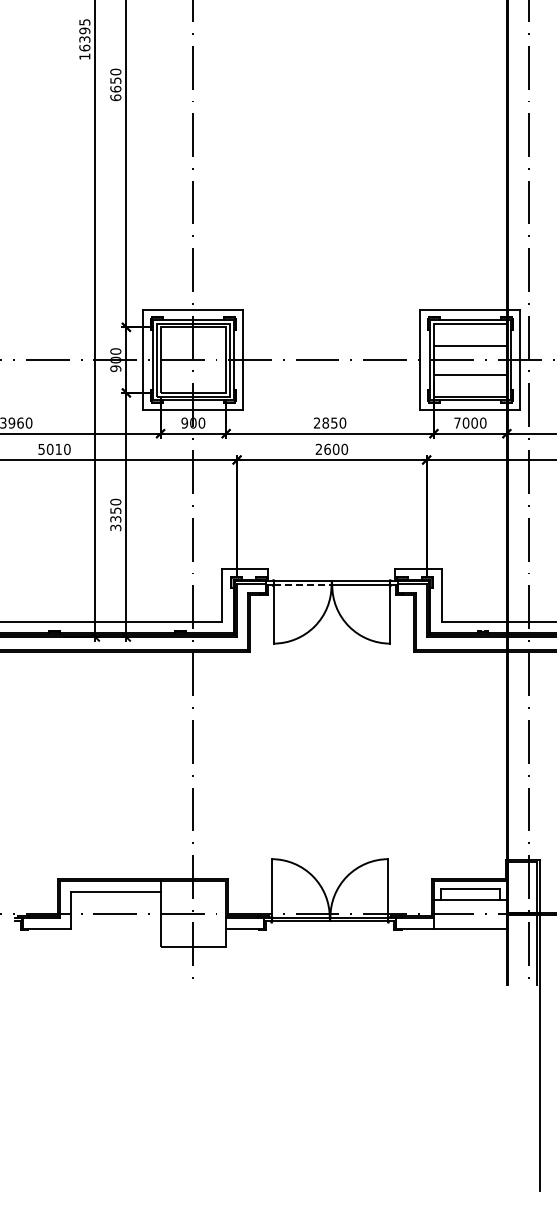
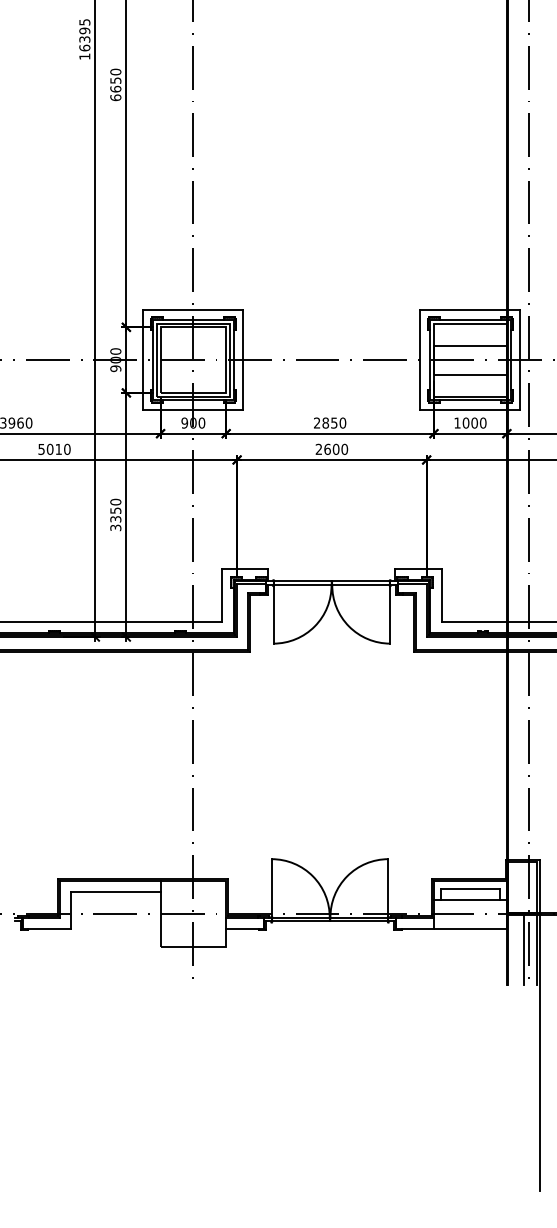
text at (457, 422): 7000 -> 1000
line at (302, 585): dashed -> solid
line at (524, 949): none -> present
